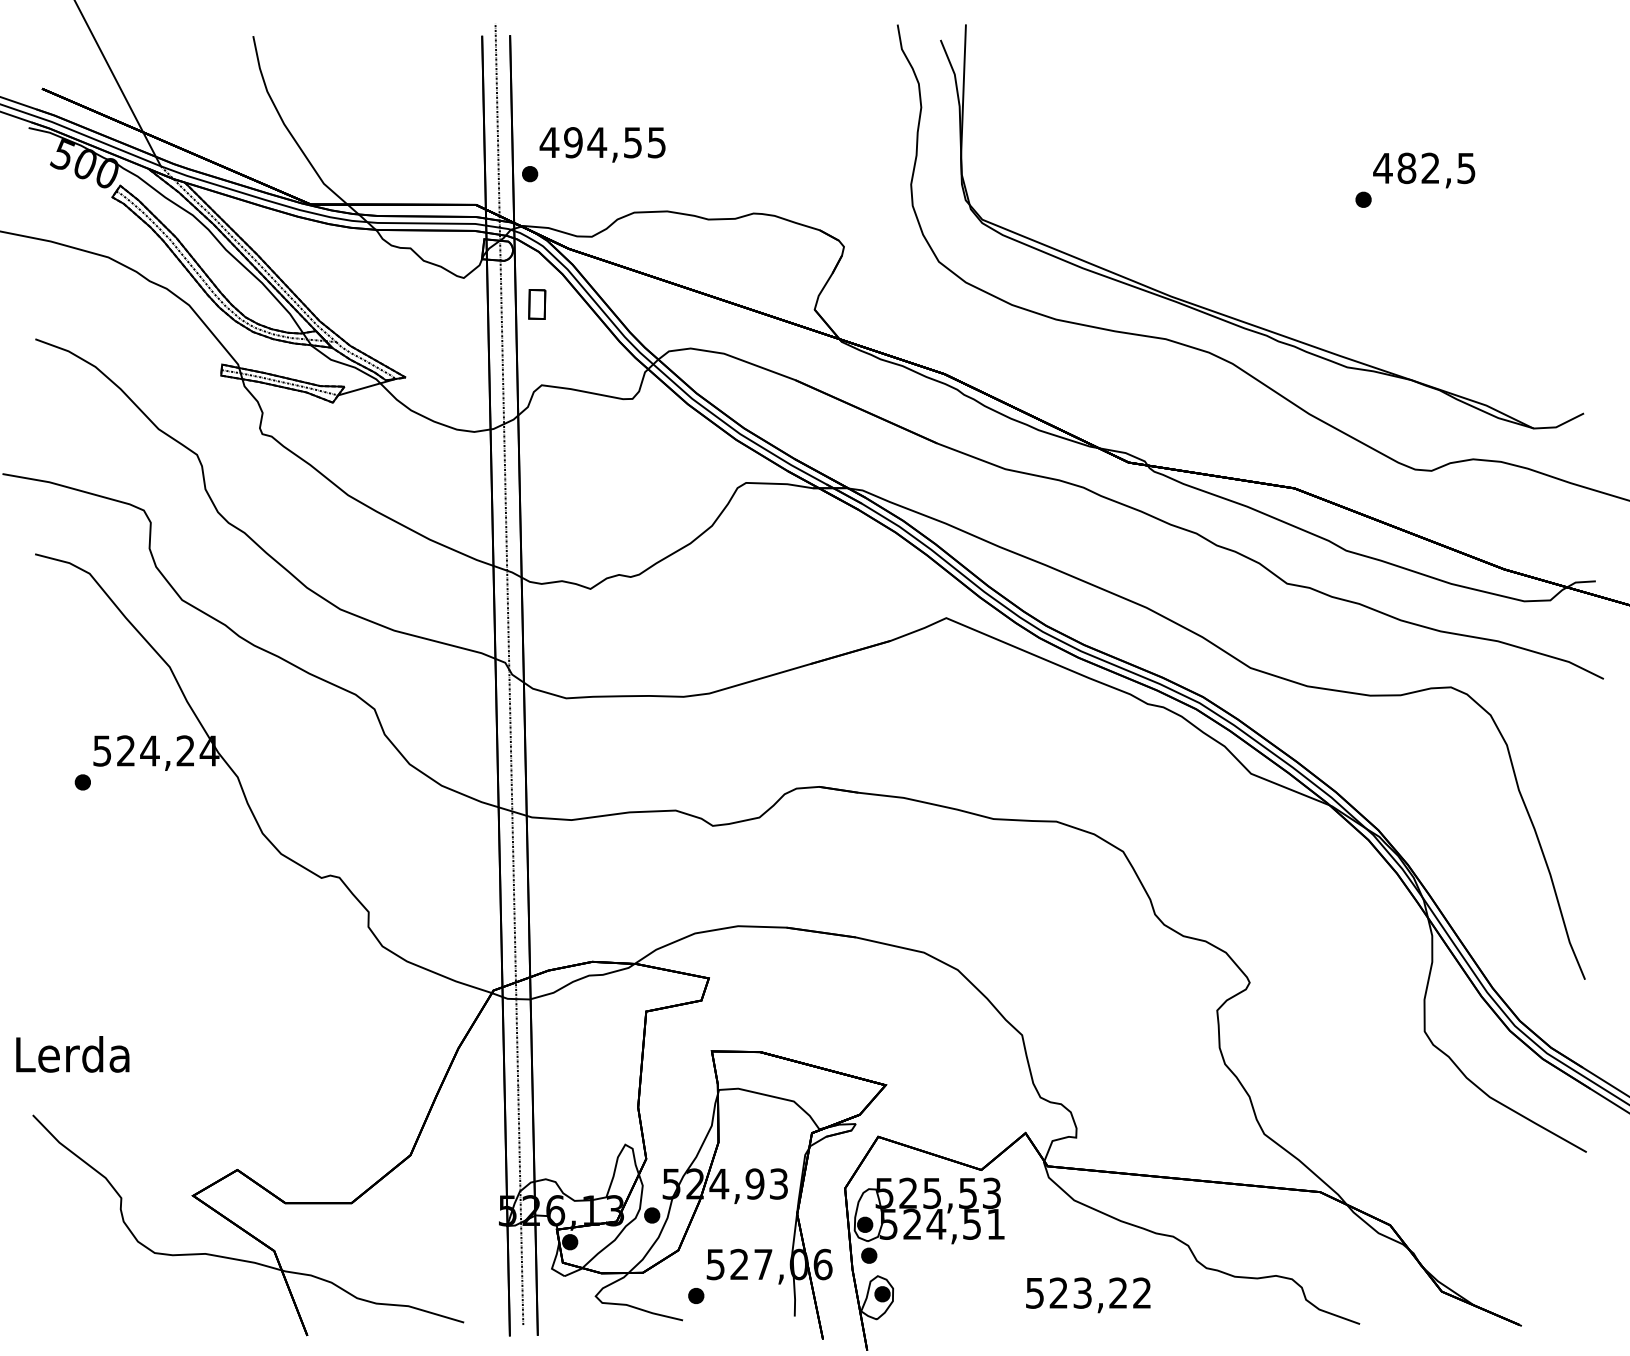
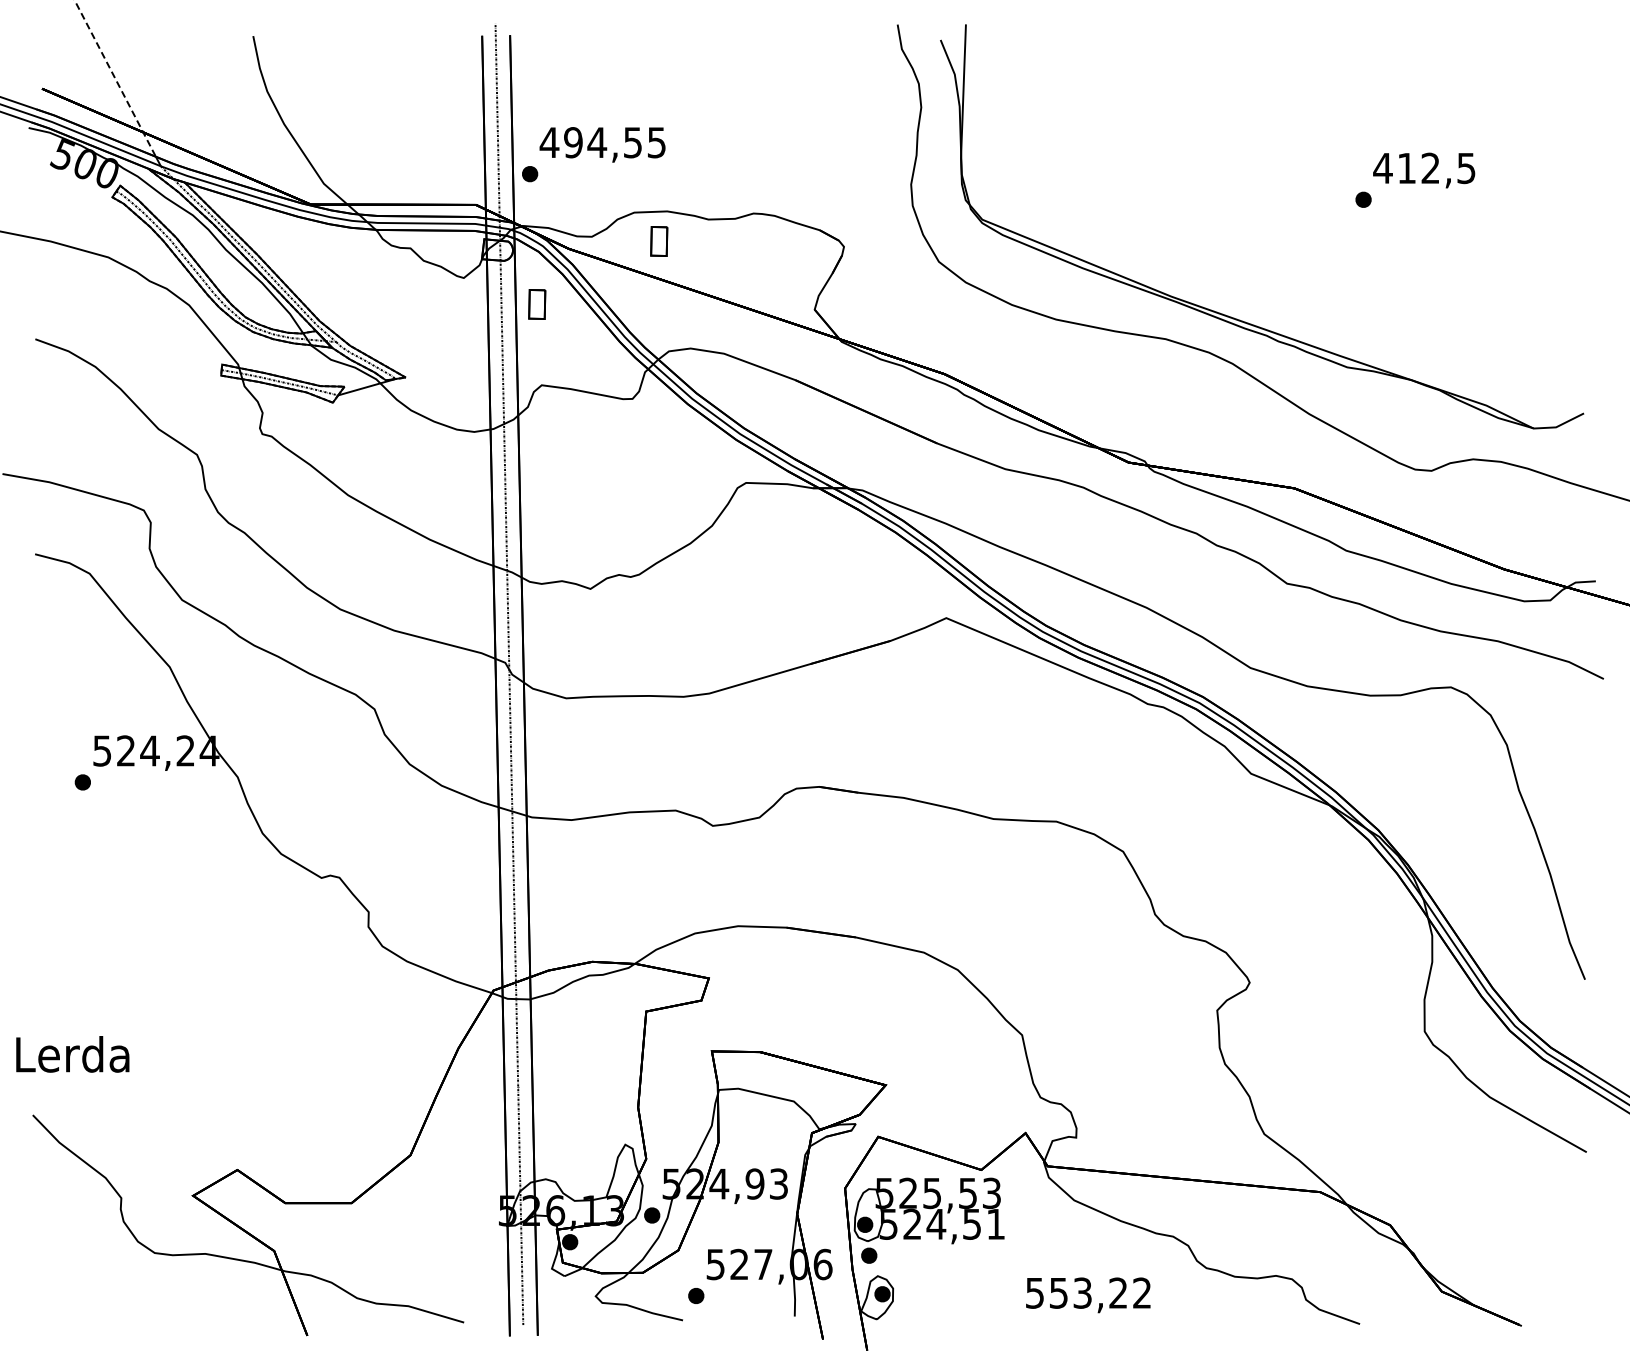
line at (115, 78): solid -> dashed
text at (1406, 168): 482,5 -> 412,5
part at (659, 241): none -> present
text at (1058, 1292): 523,22 -> 553,22
